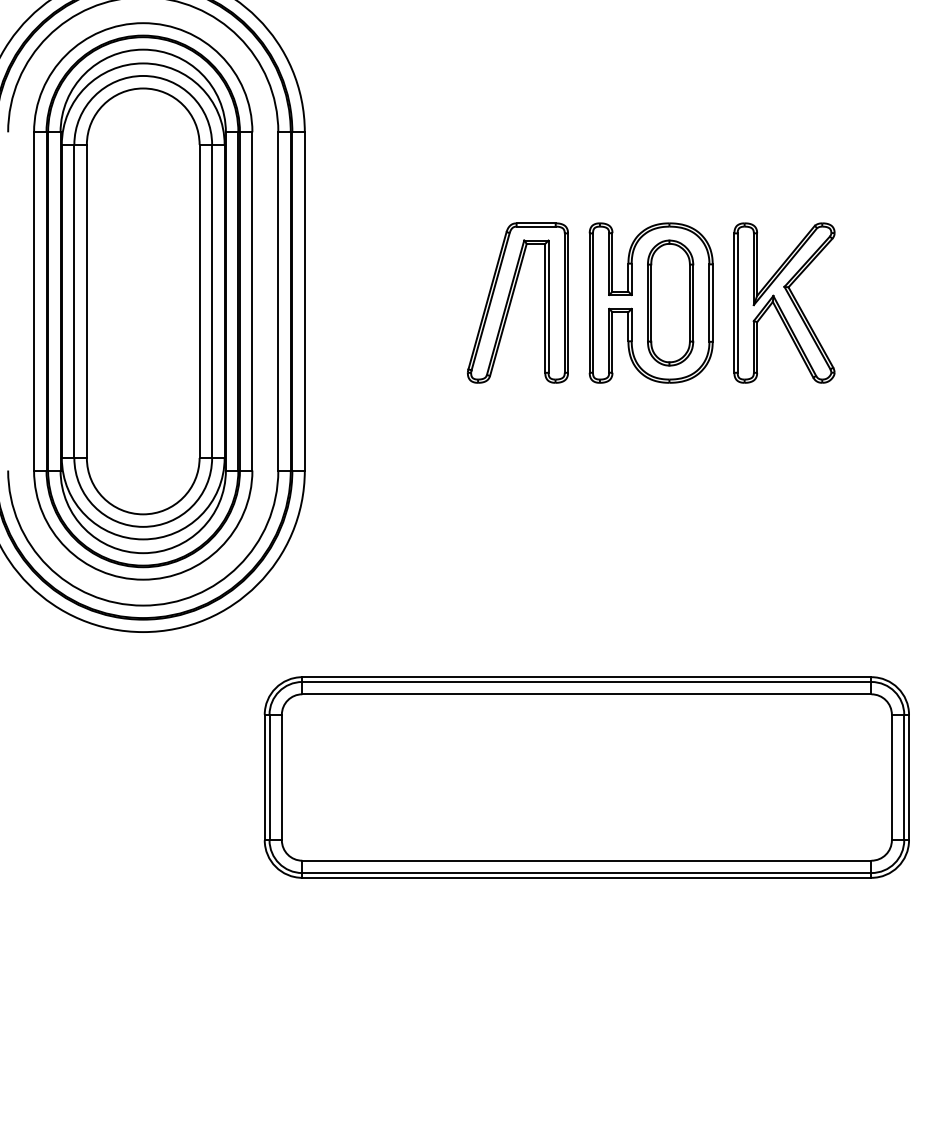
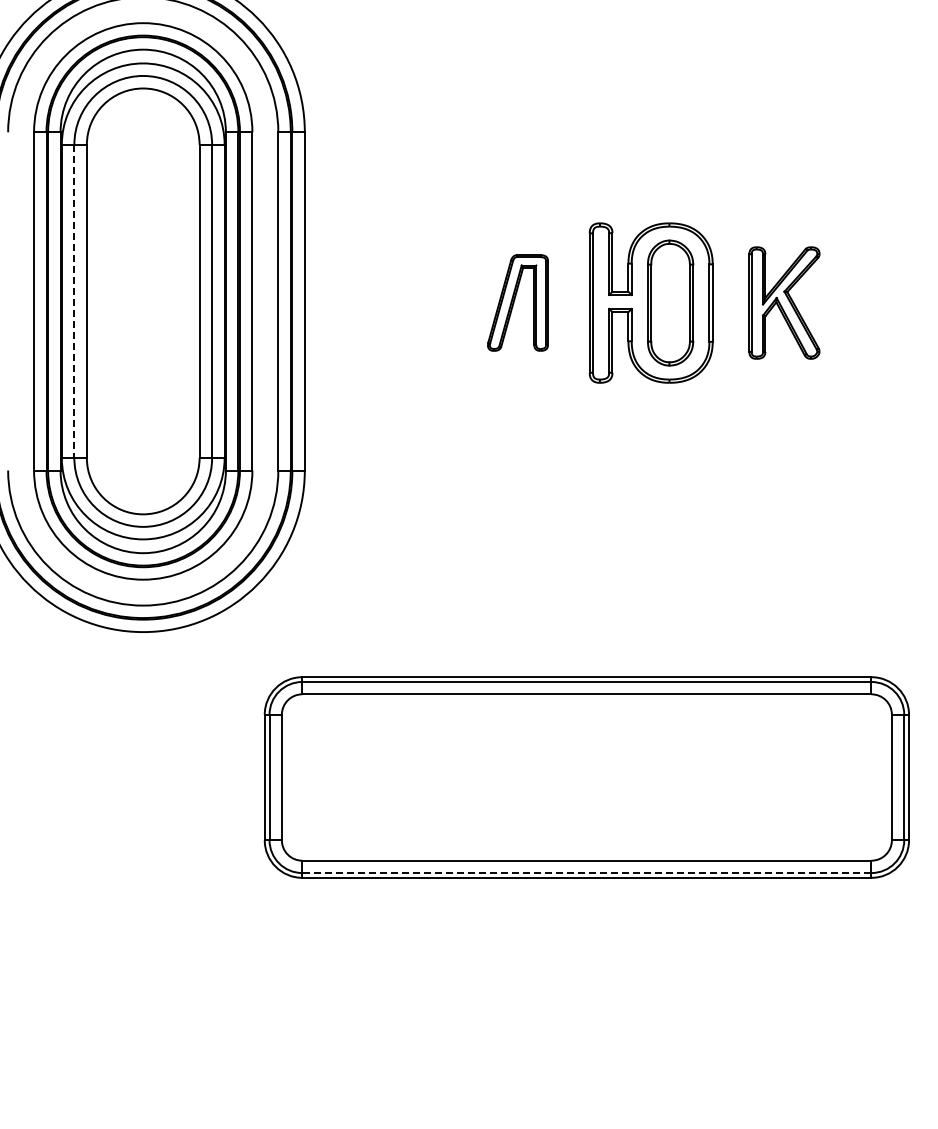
line at (74, 301): solid -> dashed
part at (517, 302) size: 102x162 px -> 62x98 px
part at (784, 302) size: 103x162 px -> 73x114 px
line at (586, 873): solid -> dashed
